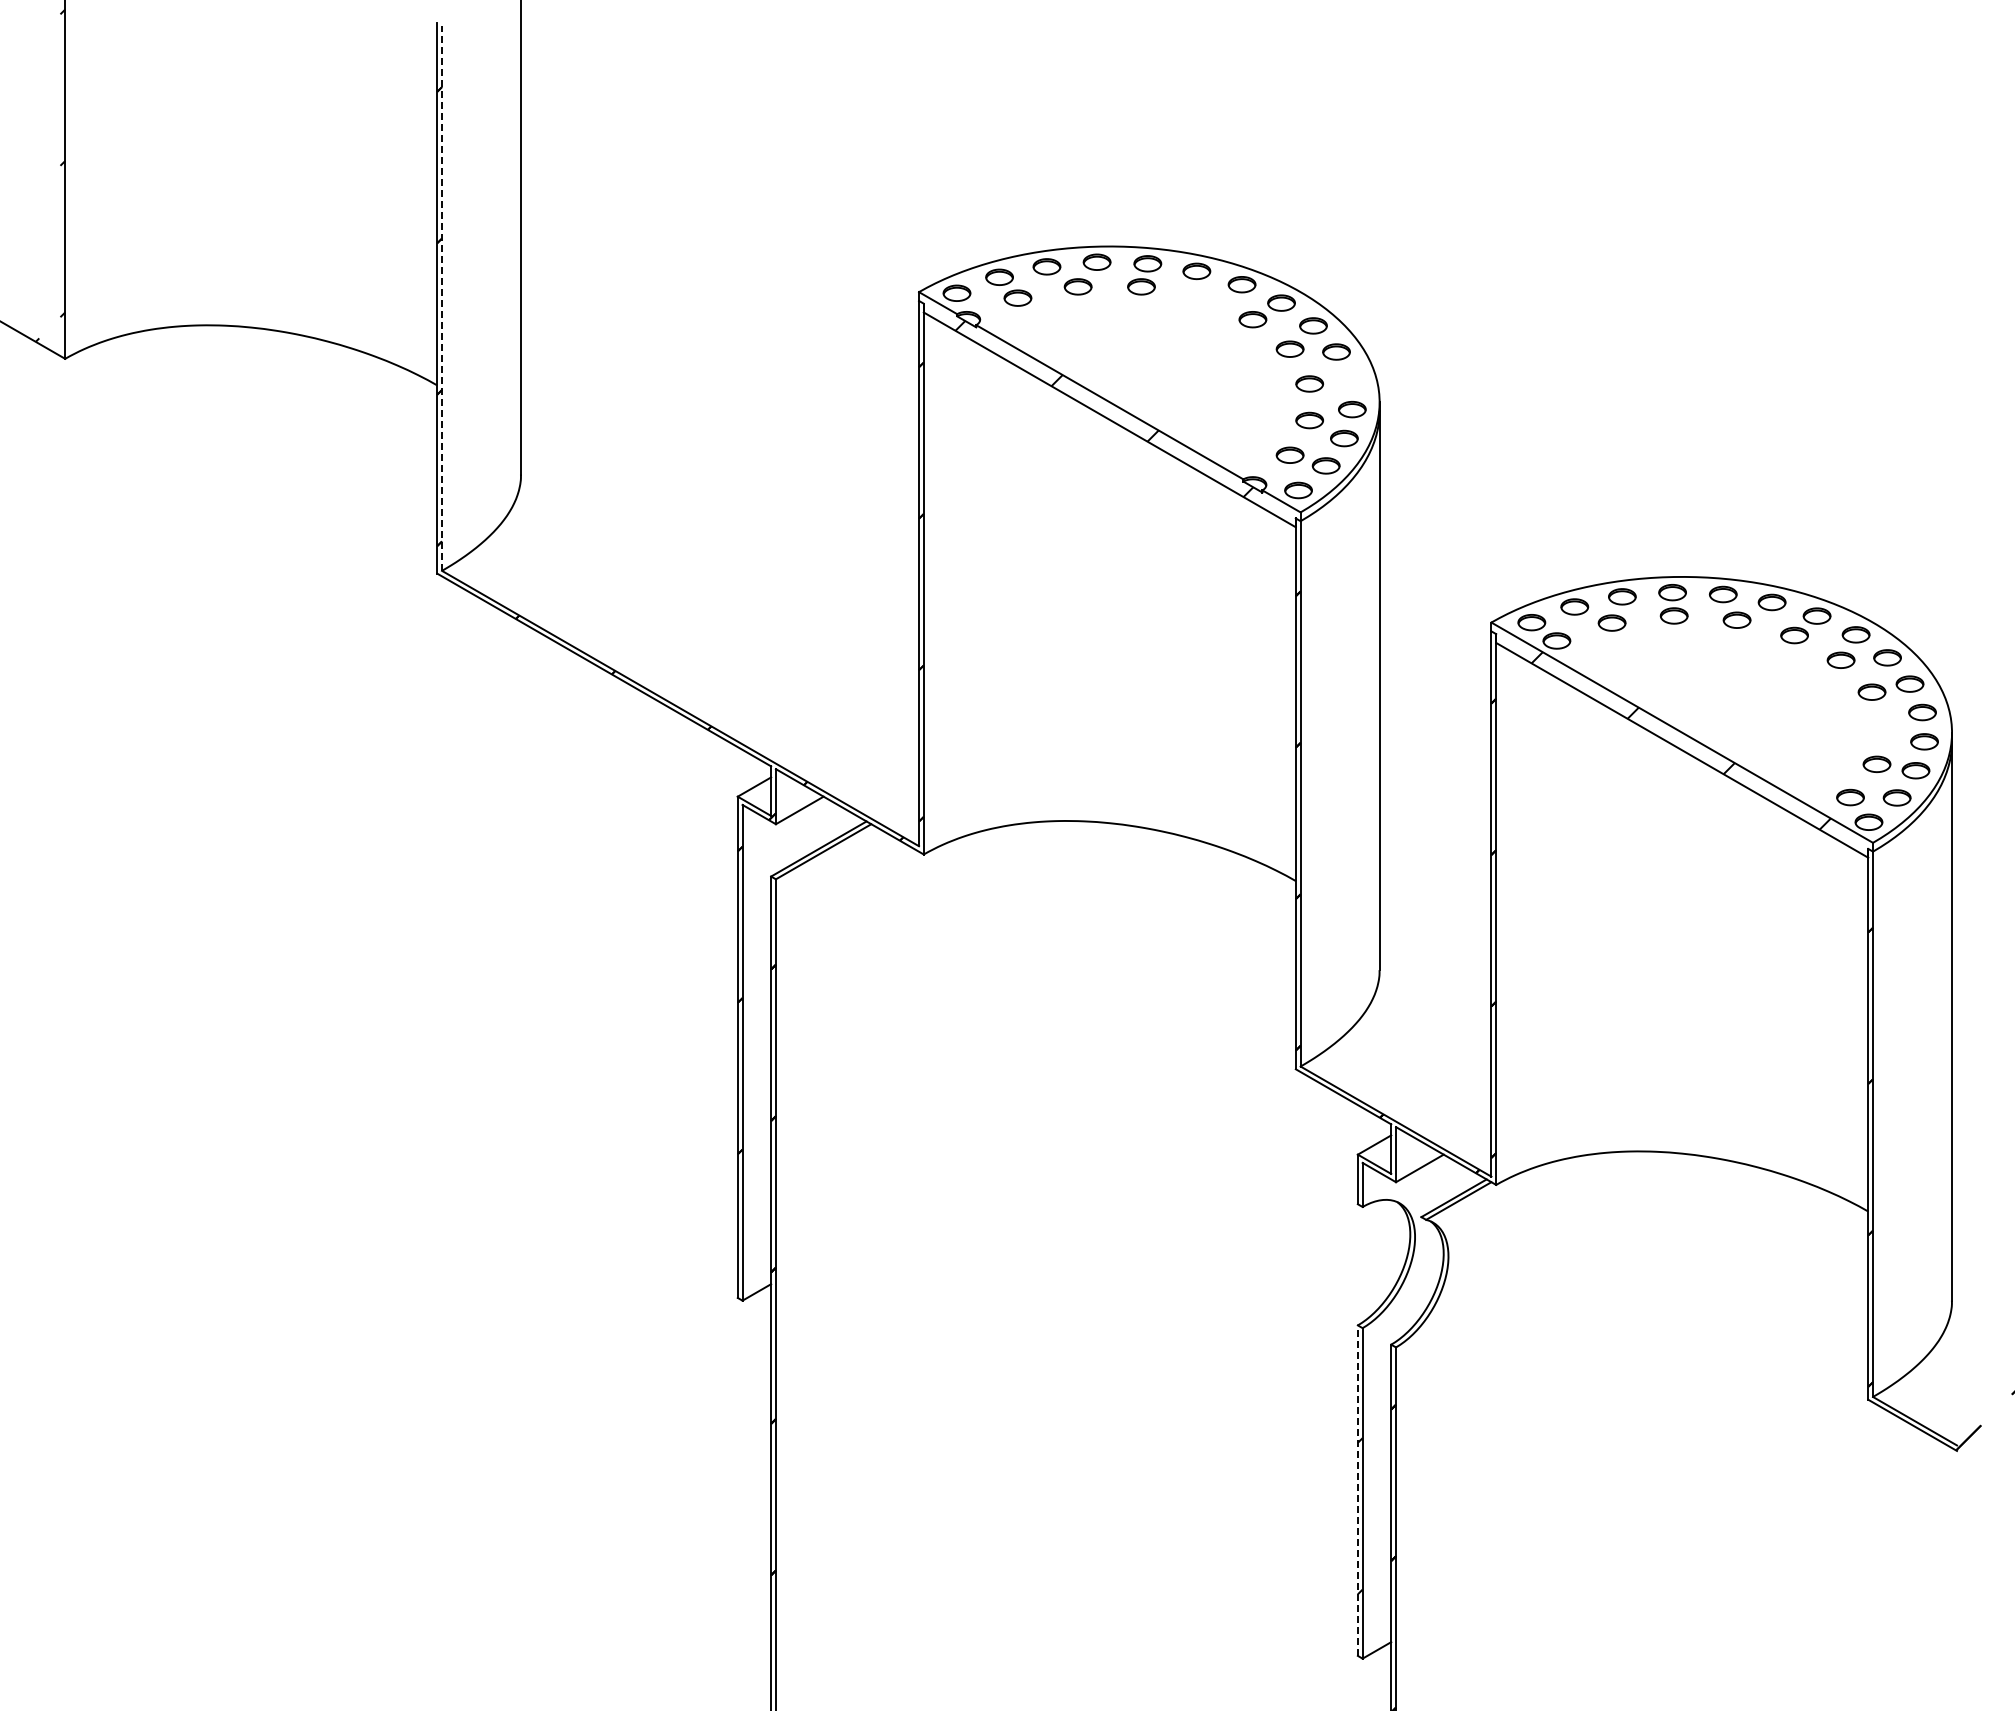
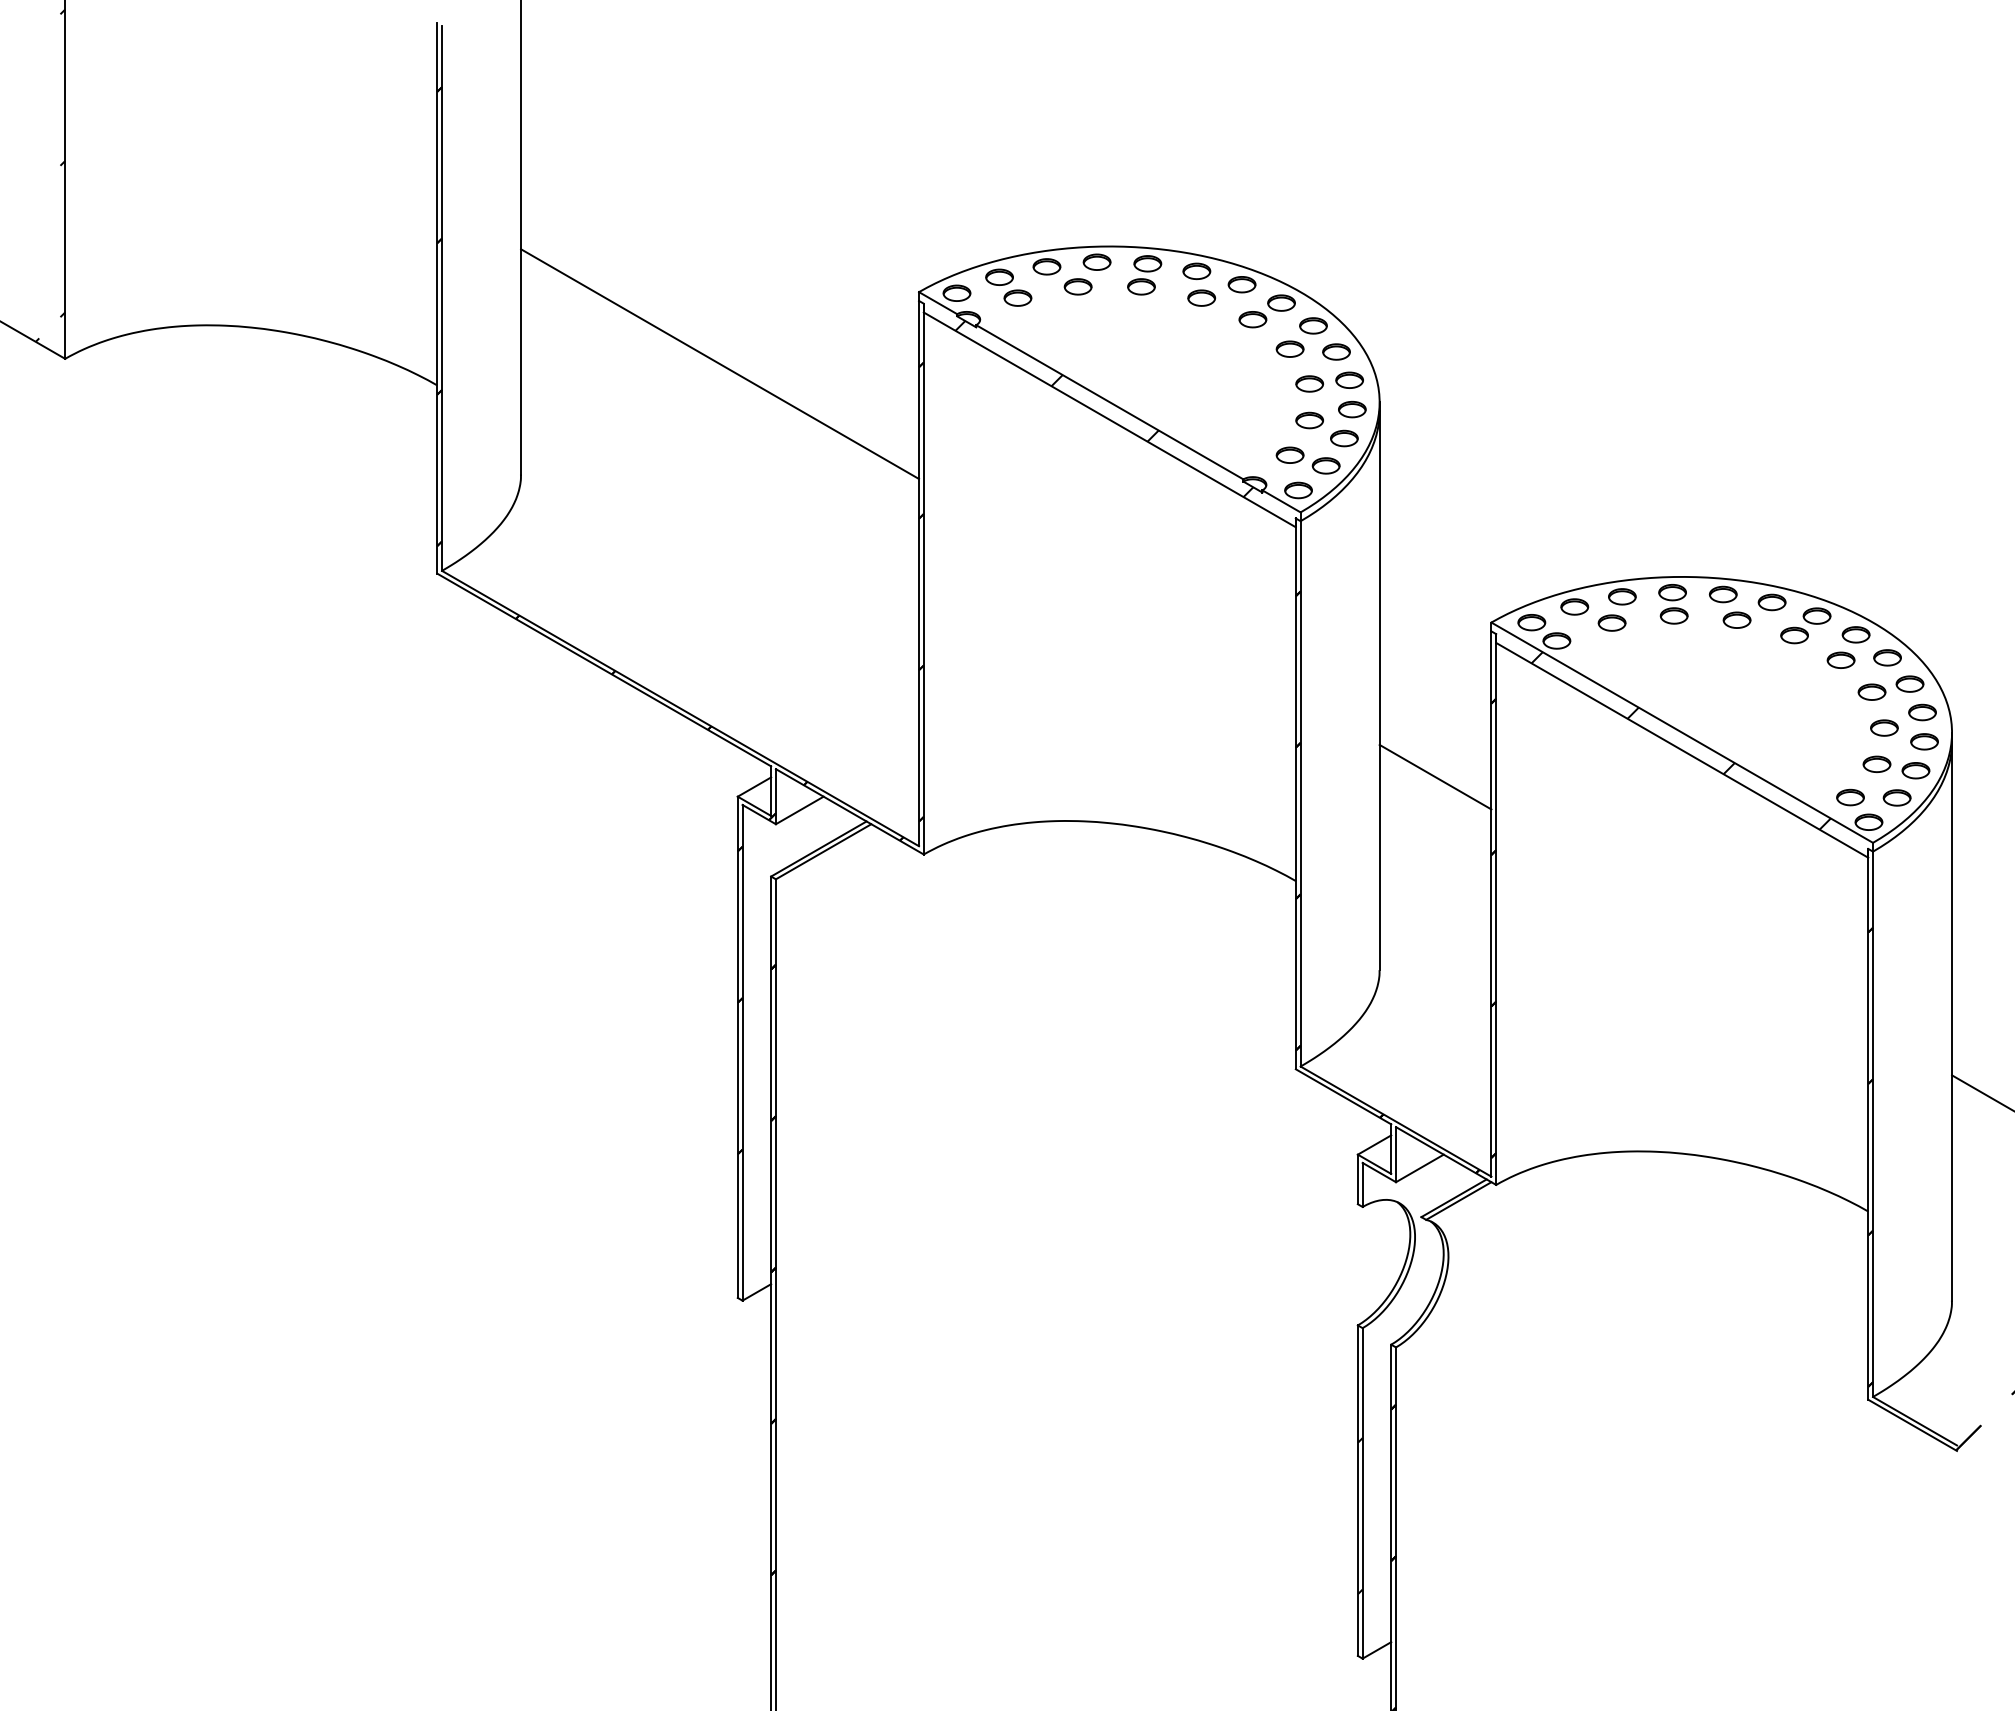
part at (1201, 297): none -> present
line at (442, 298): dashed -> solid
line at (720, 364): none -> present
part at (1349, 379): none -> present
part at (1884, 727): none -> present
line at (1435, 776): none -> present
line at (1981, 1092): none -> present
line at (1357, 1490): dashed -> solid
